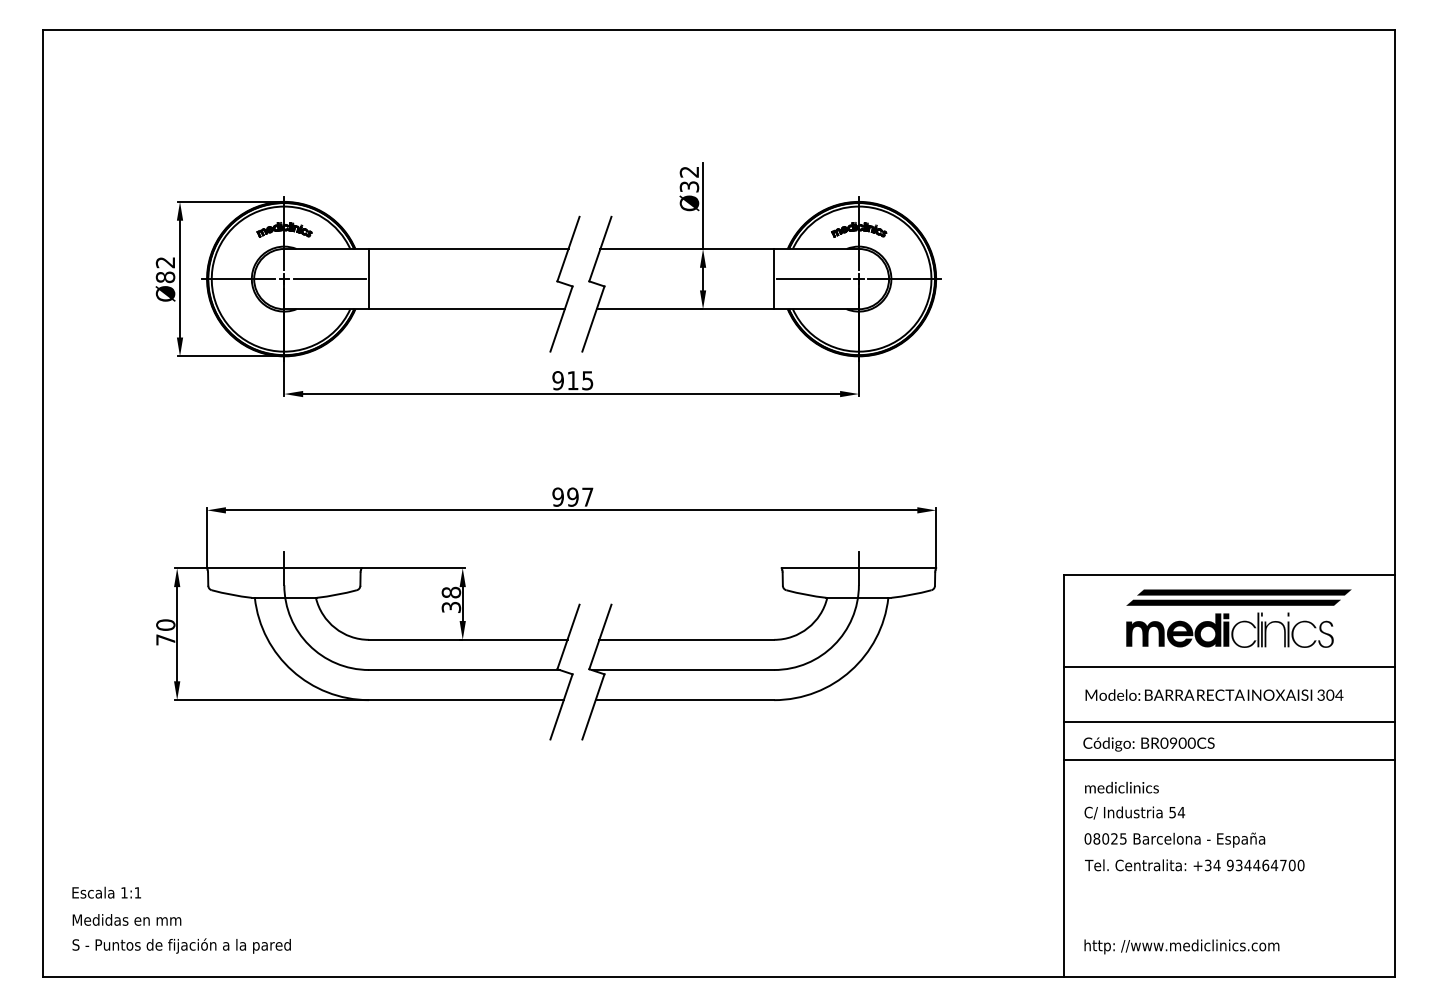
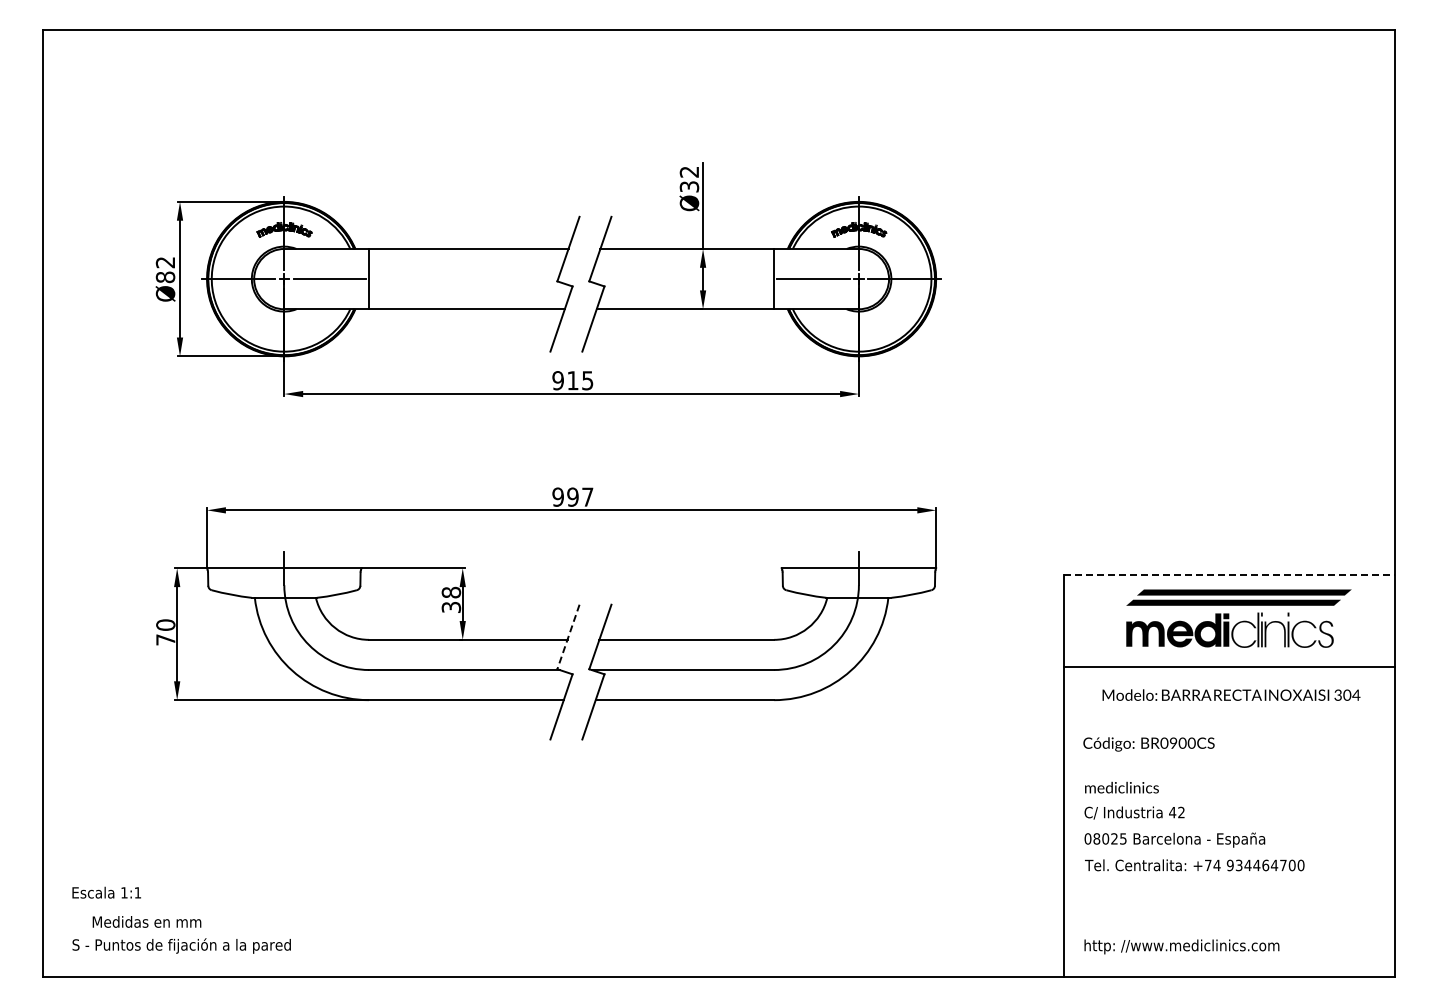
line at (1230, 575): solid -> dashed
line at (568, 637): solid -> dashed
text at (1214, 694) position: (1214, 694) -> (1231, 694)
line at (1229, 722): present -> none
line at (1229, 759): present -> none
text at (1177, 812): 54 -> 42
text at (1208, 865): +34 -> +74
text at (126, 919) position: (126, 919) -> (146, 921)
